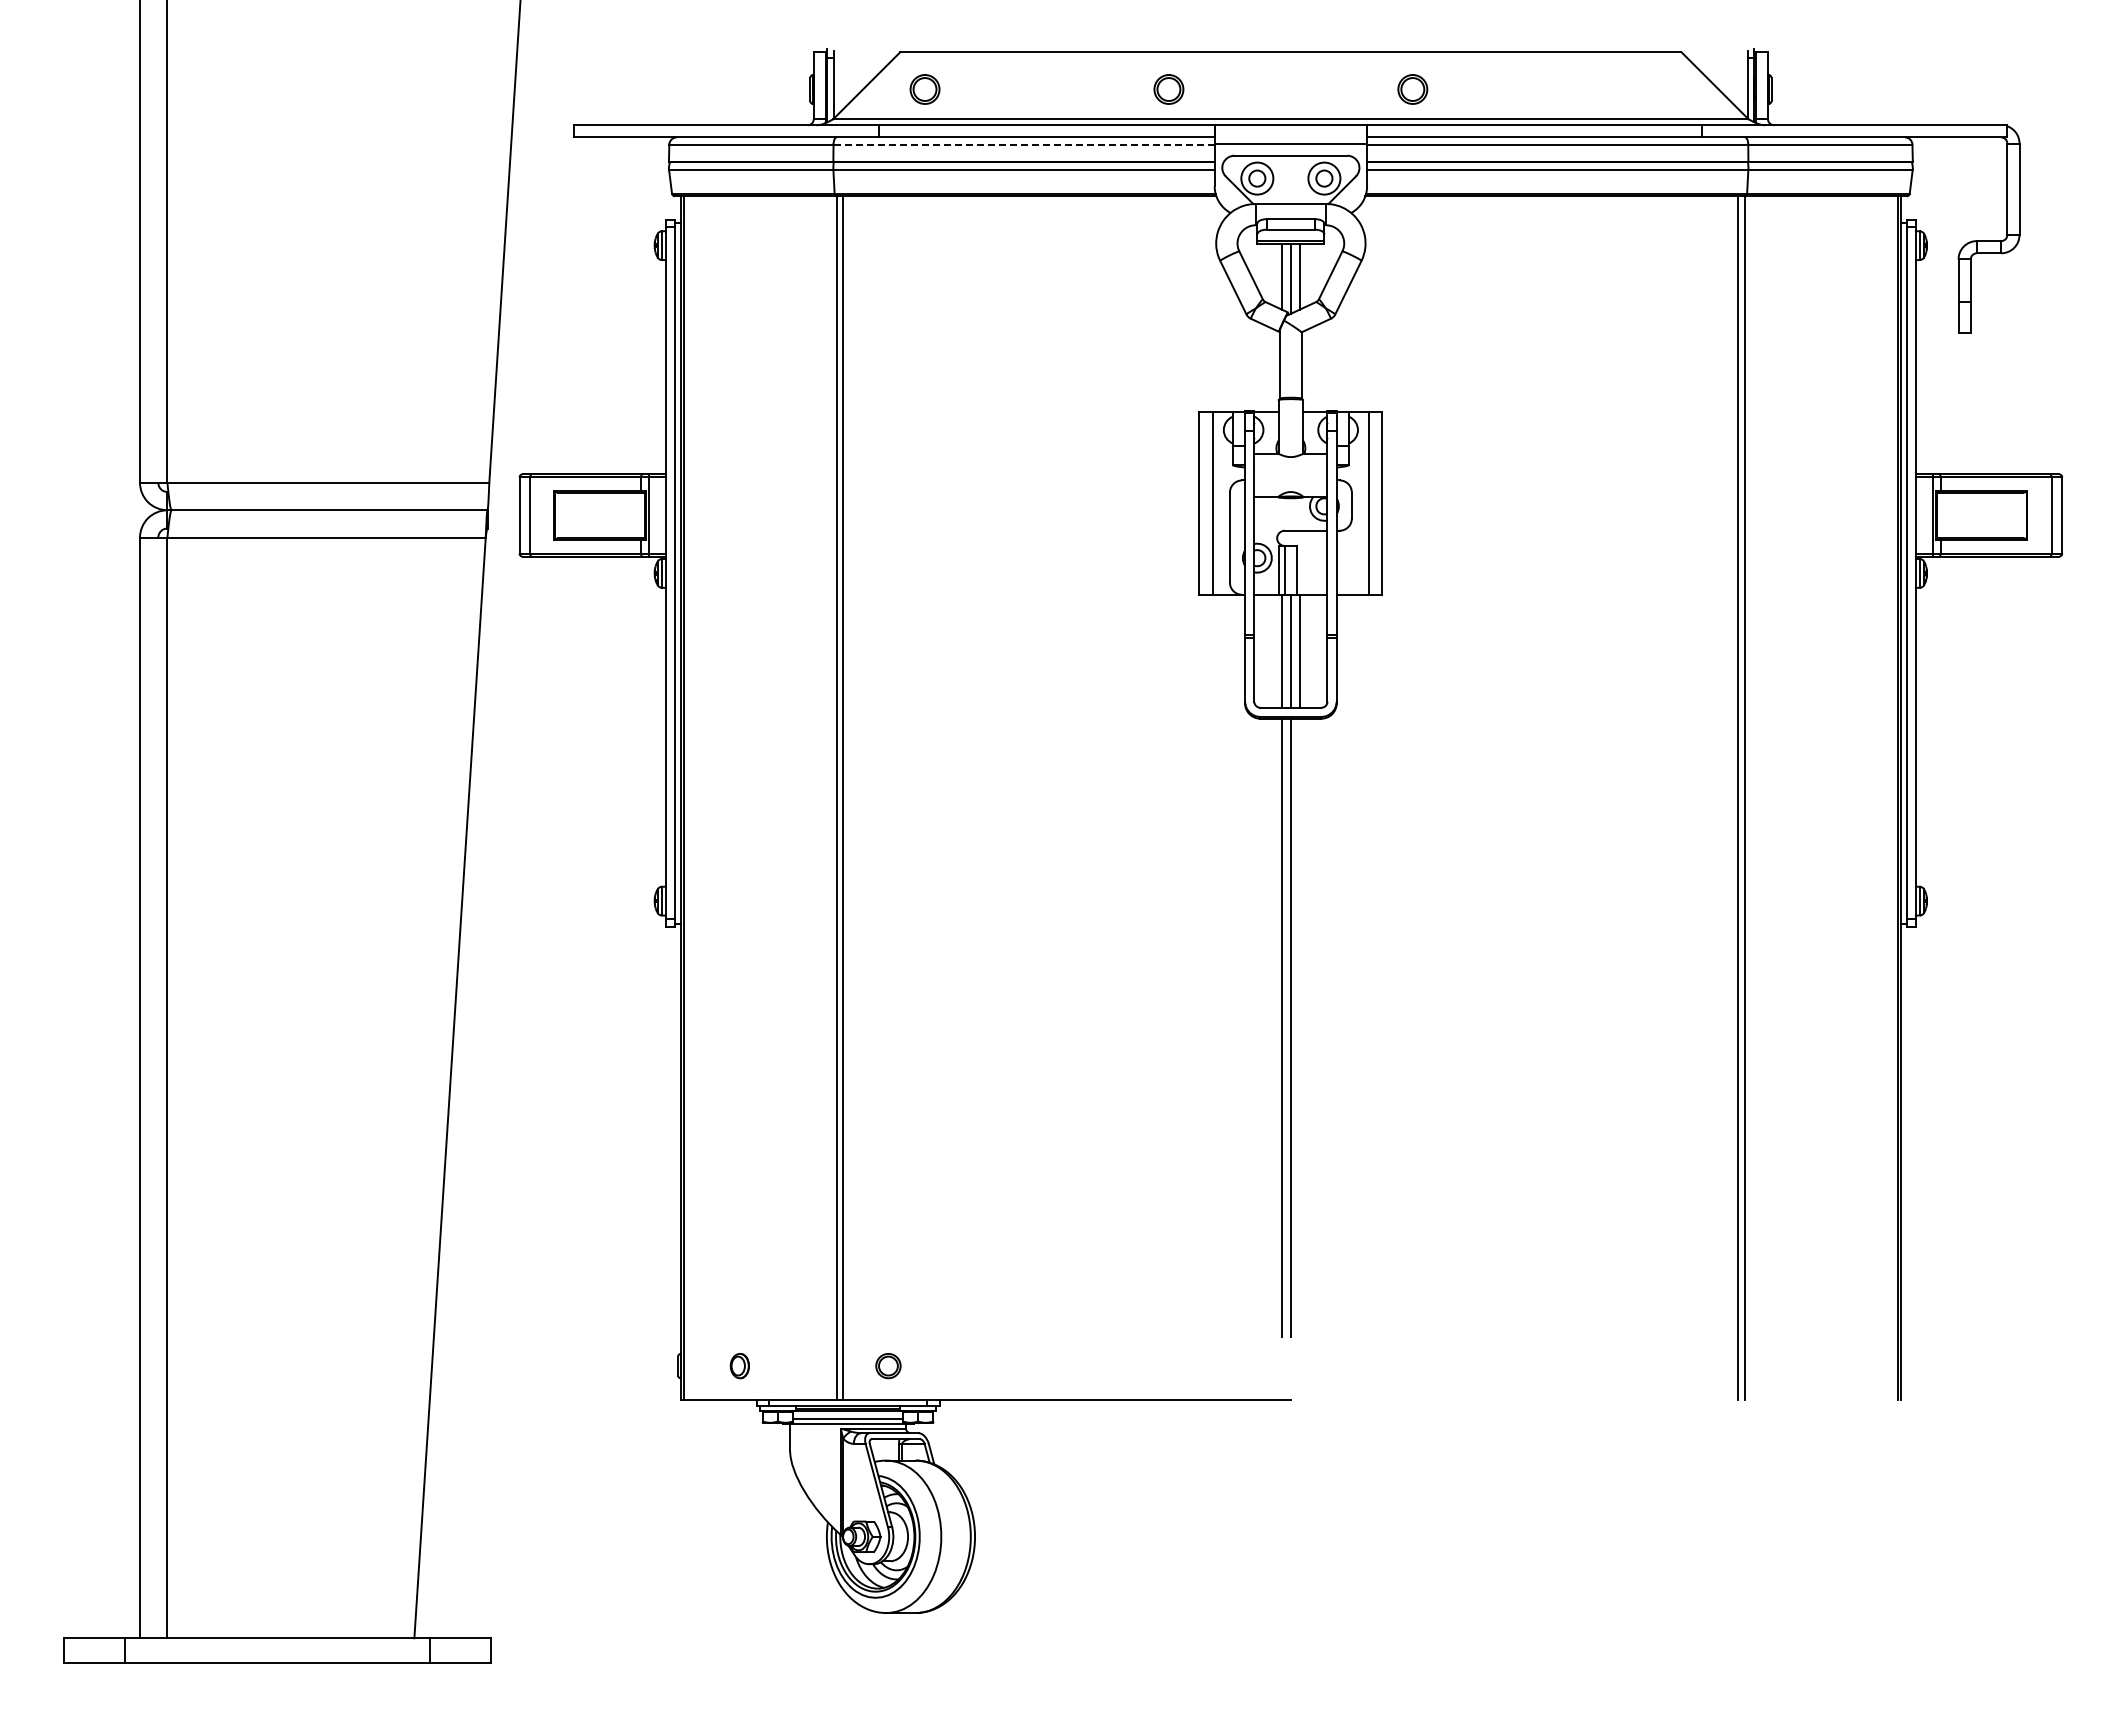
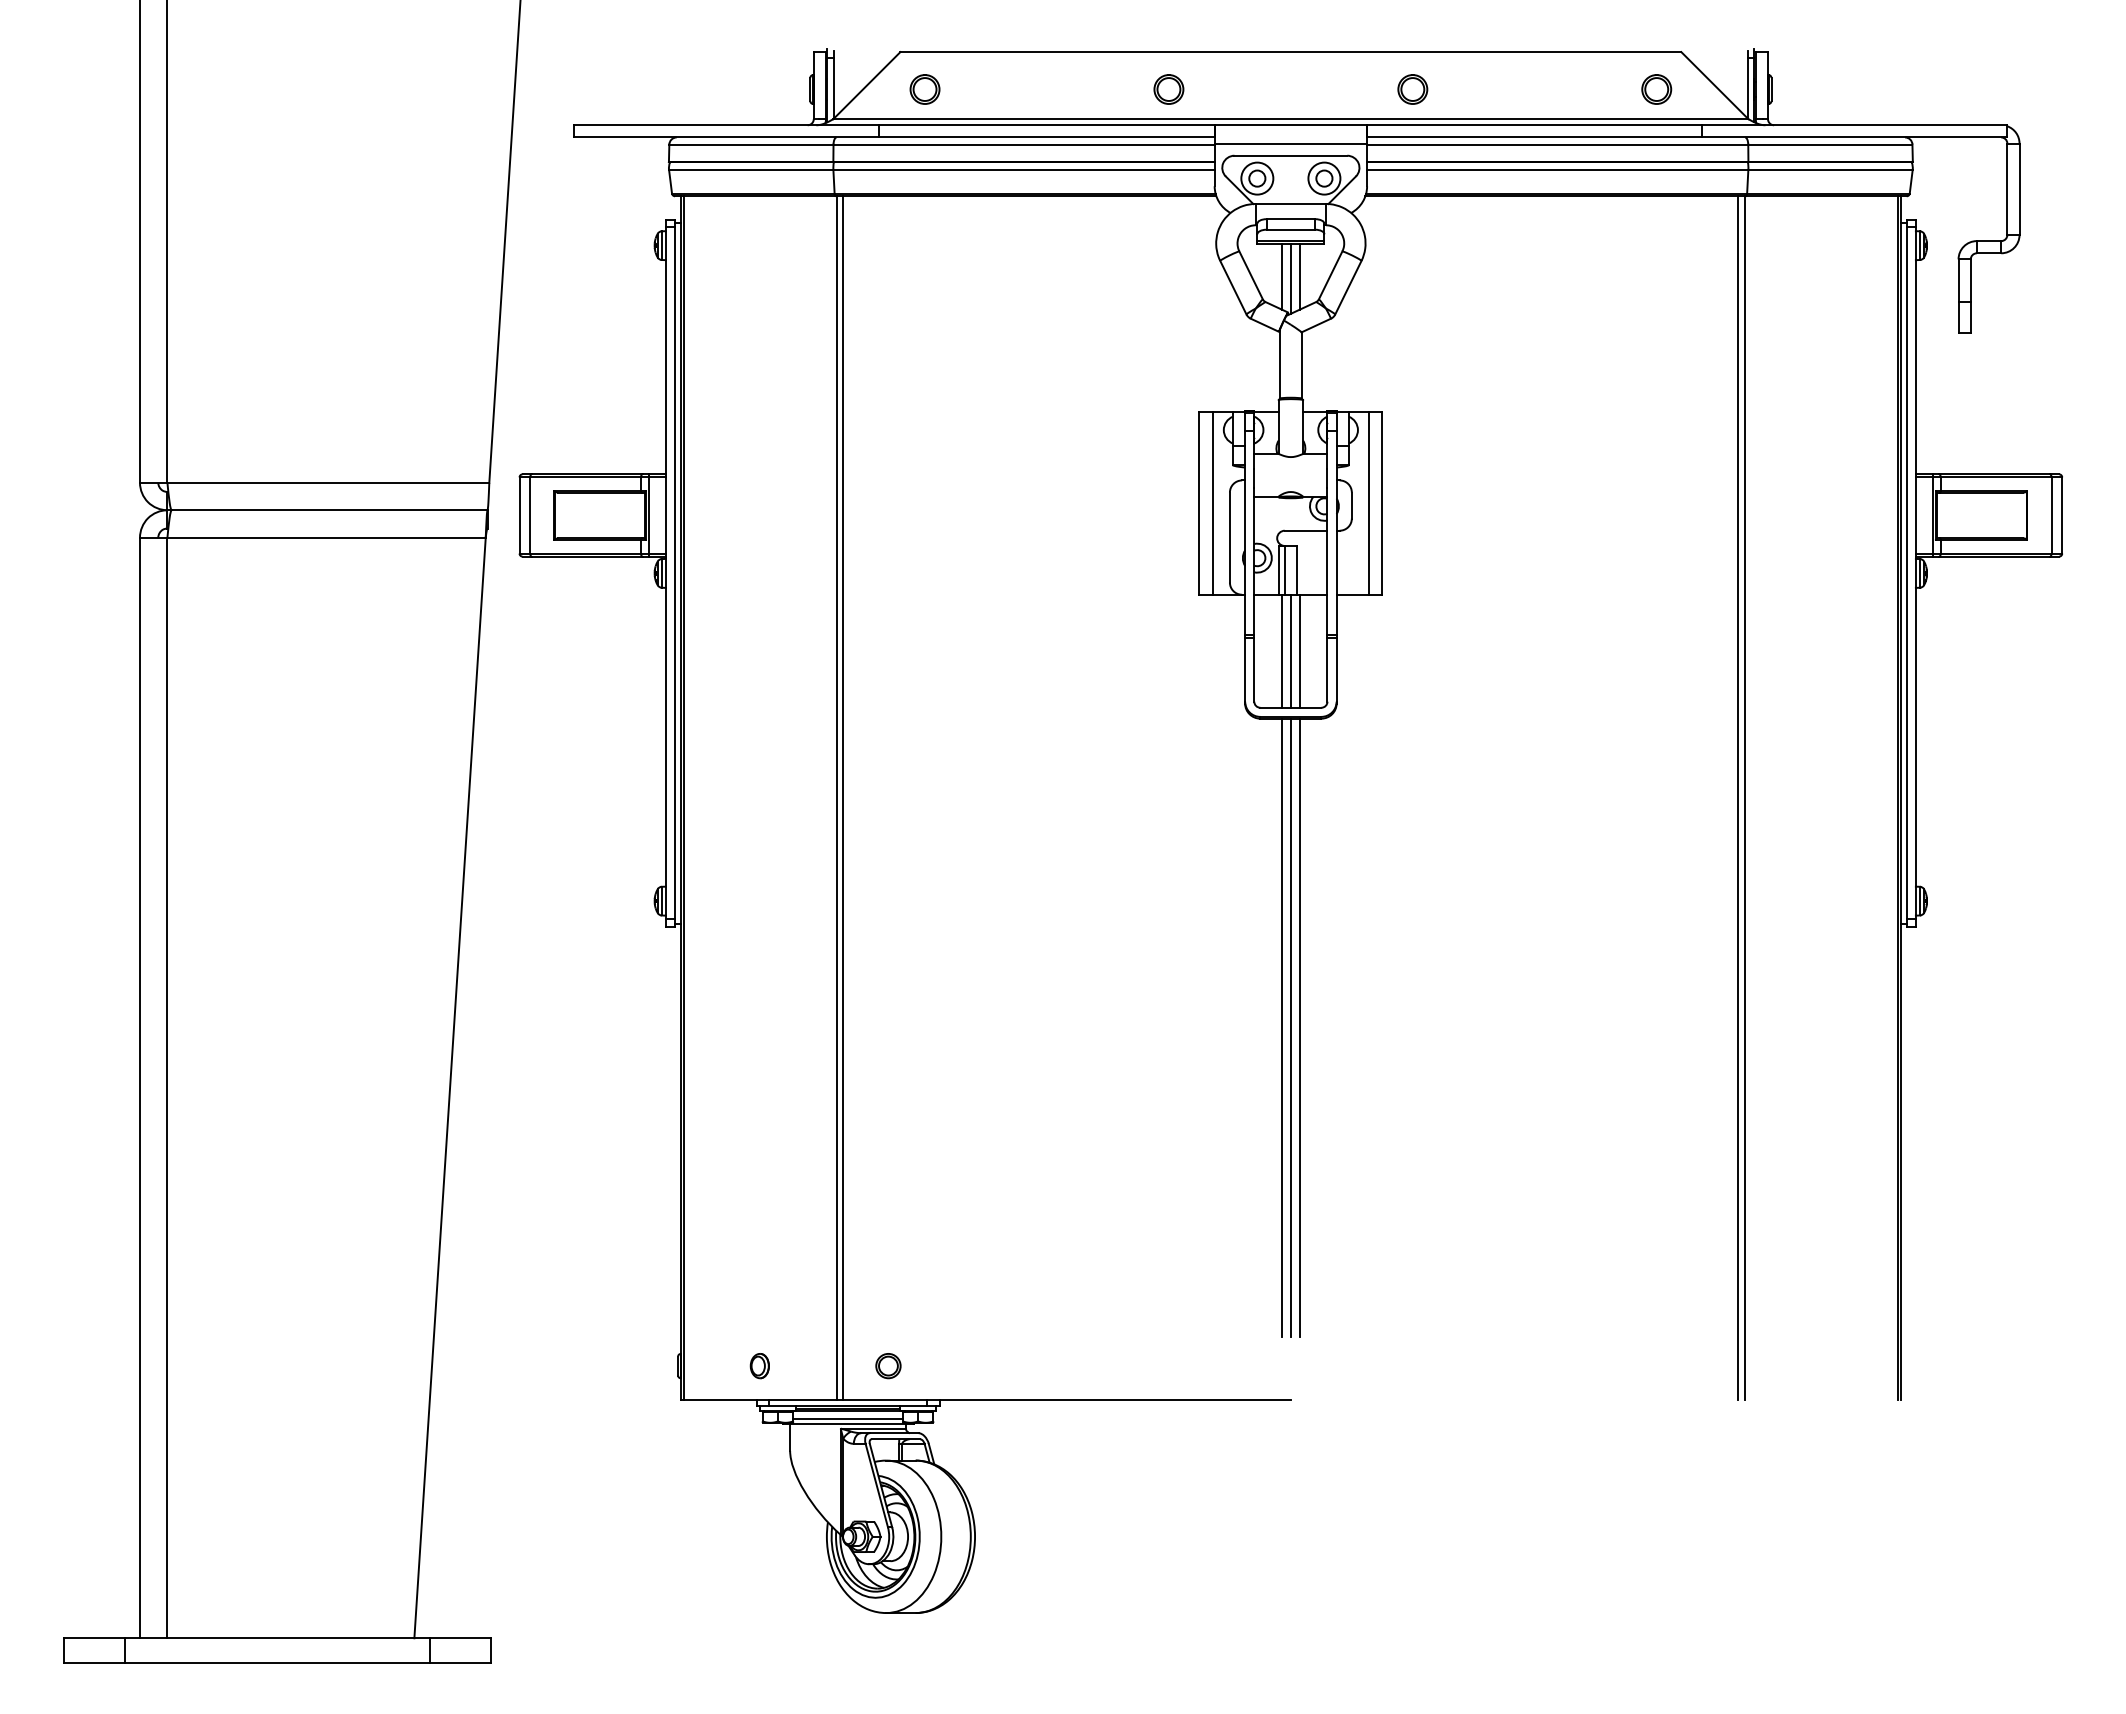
part at (1656, 89): none -> present
line at (1024, 144): dashed -> solid
line at (1300, 1027): none -> present
part at (739, 1366) position: (739, 1366) -> (759, 1366)
